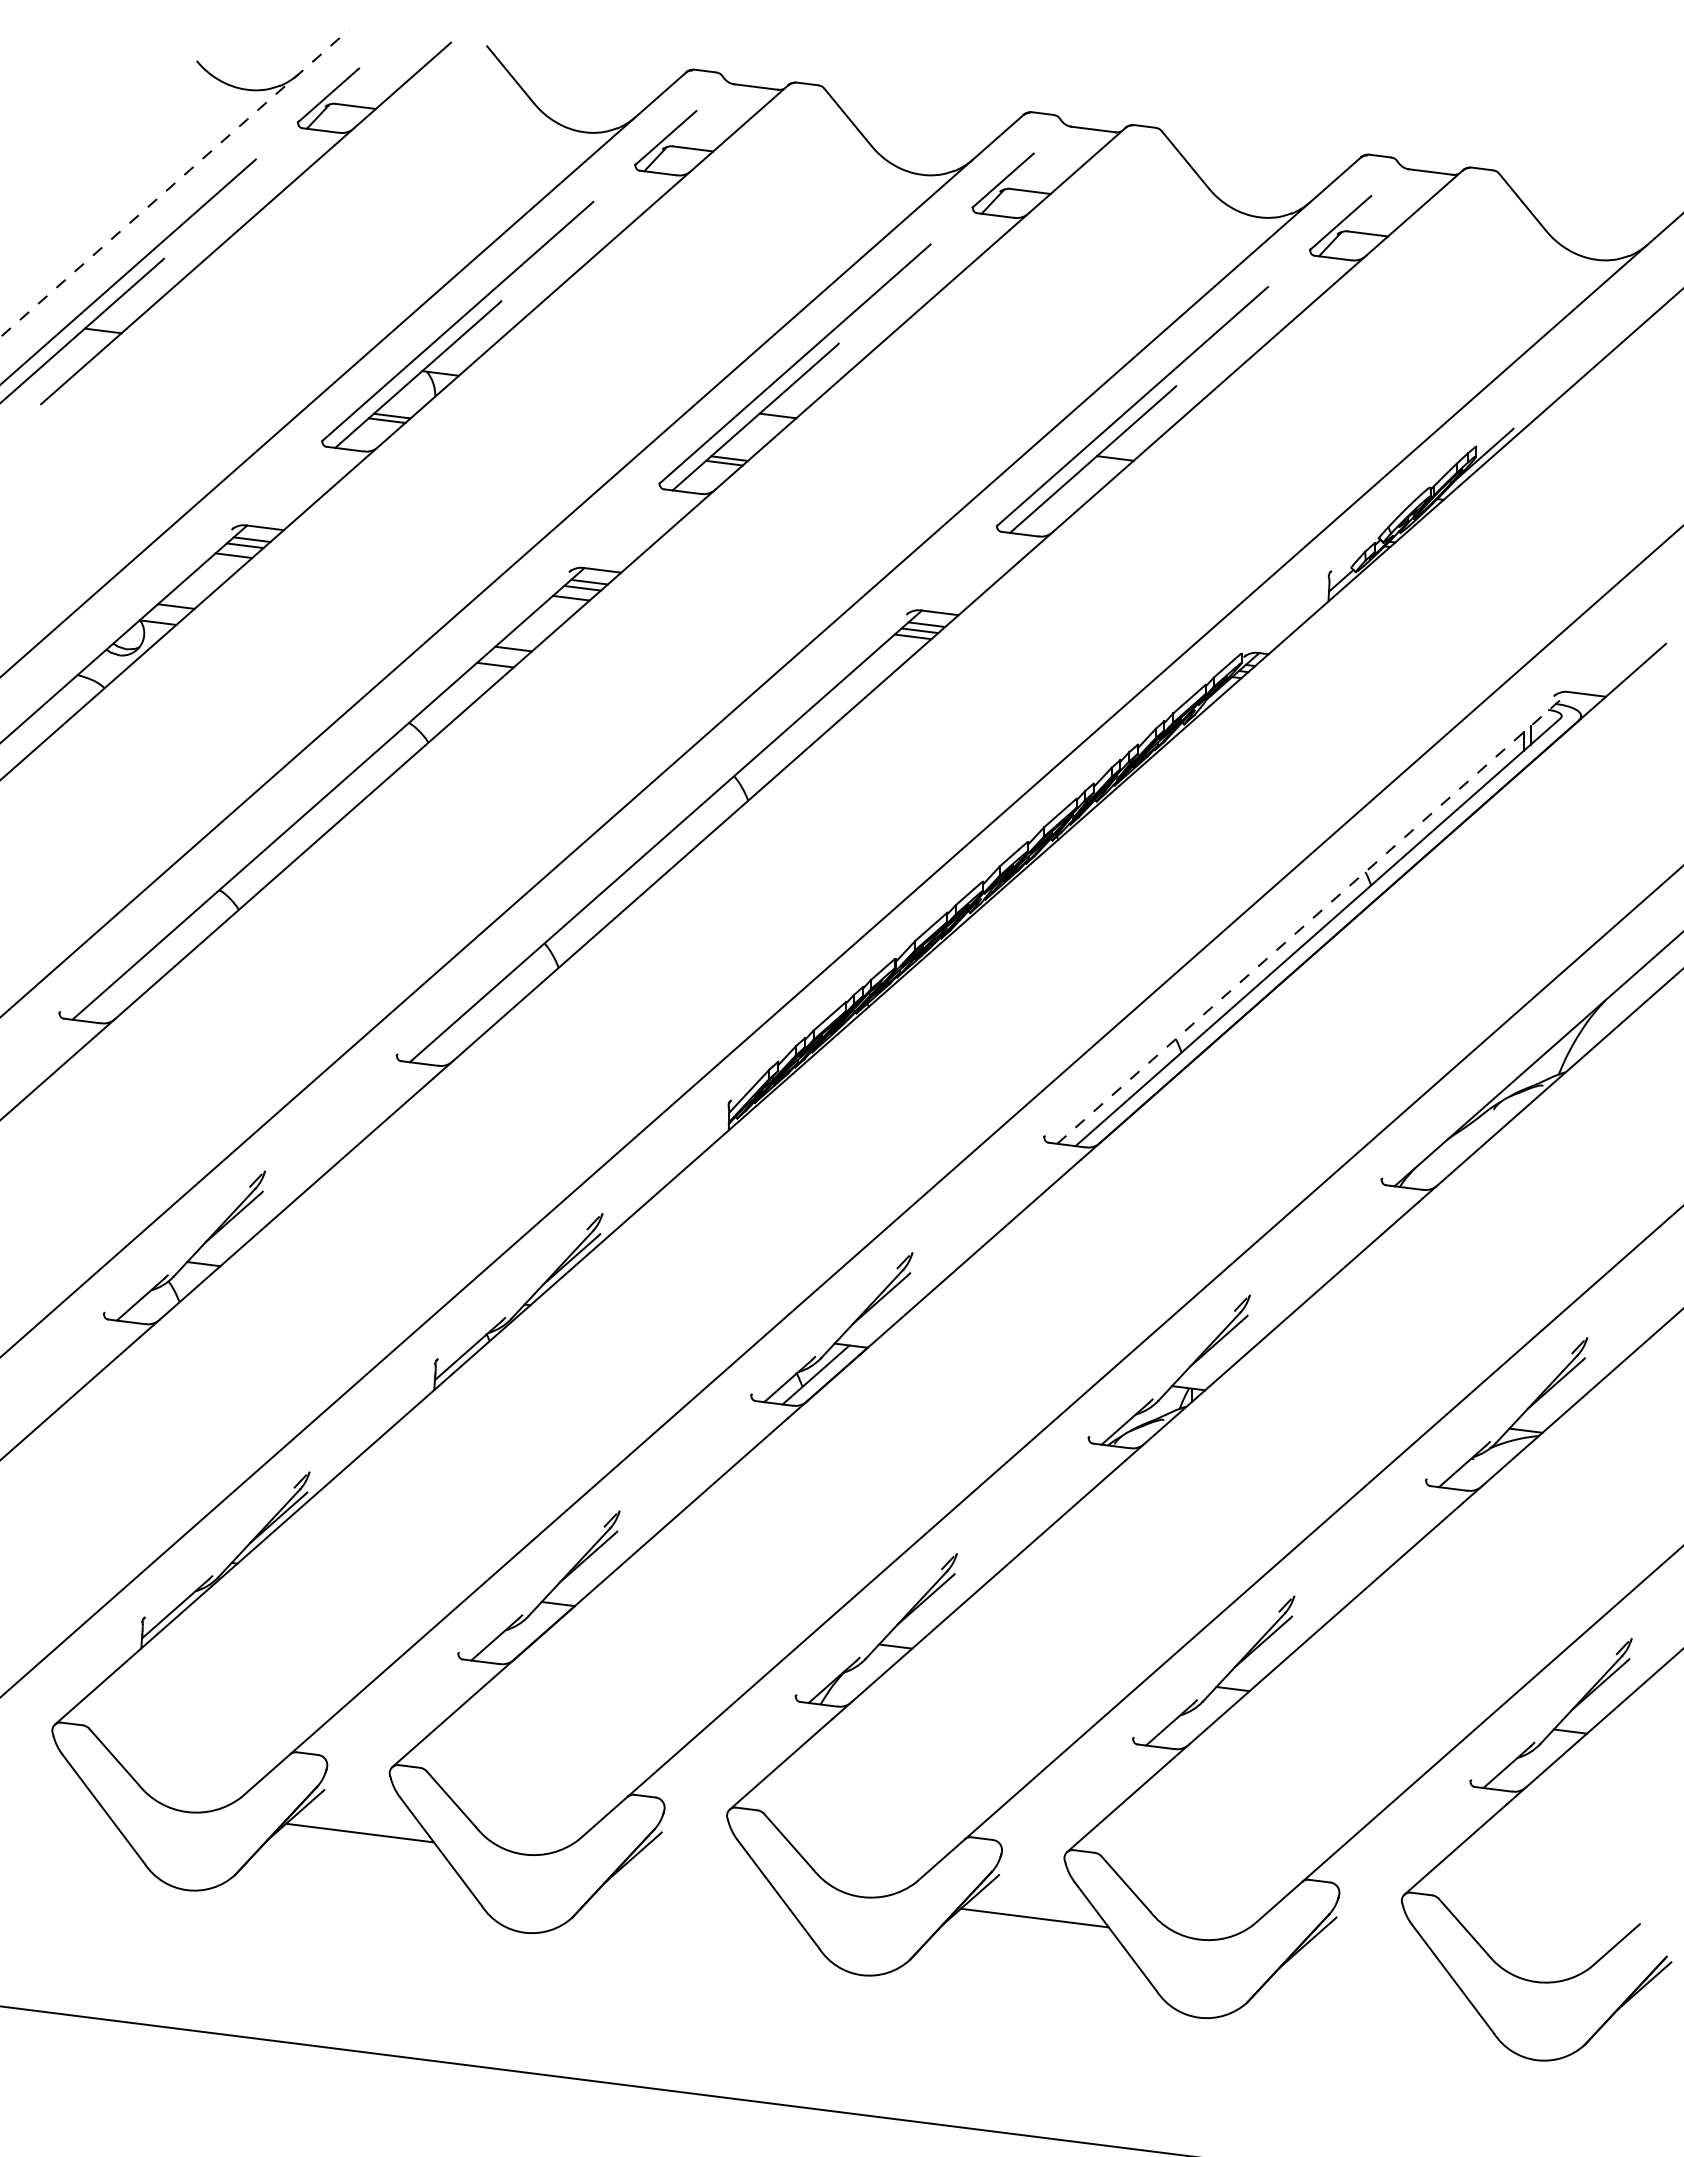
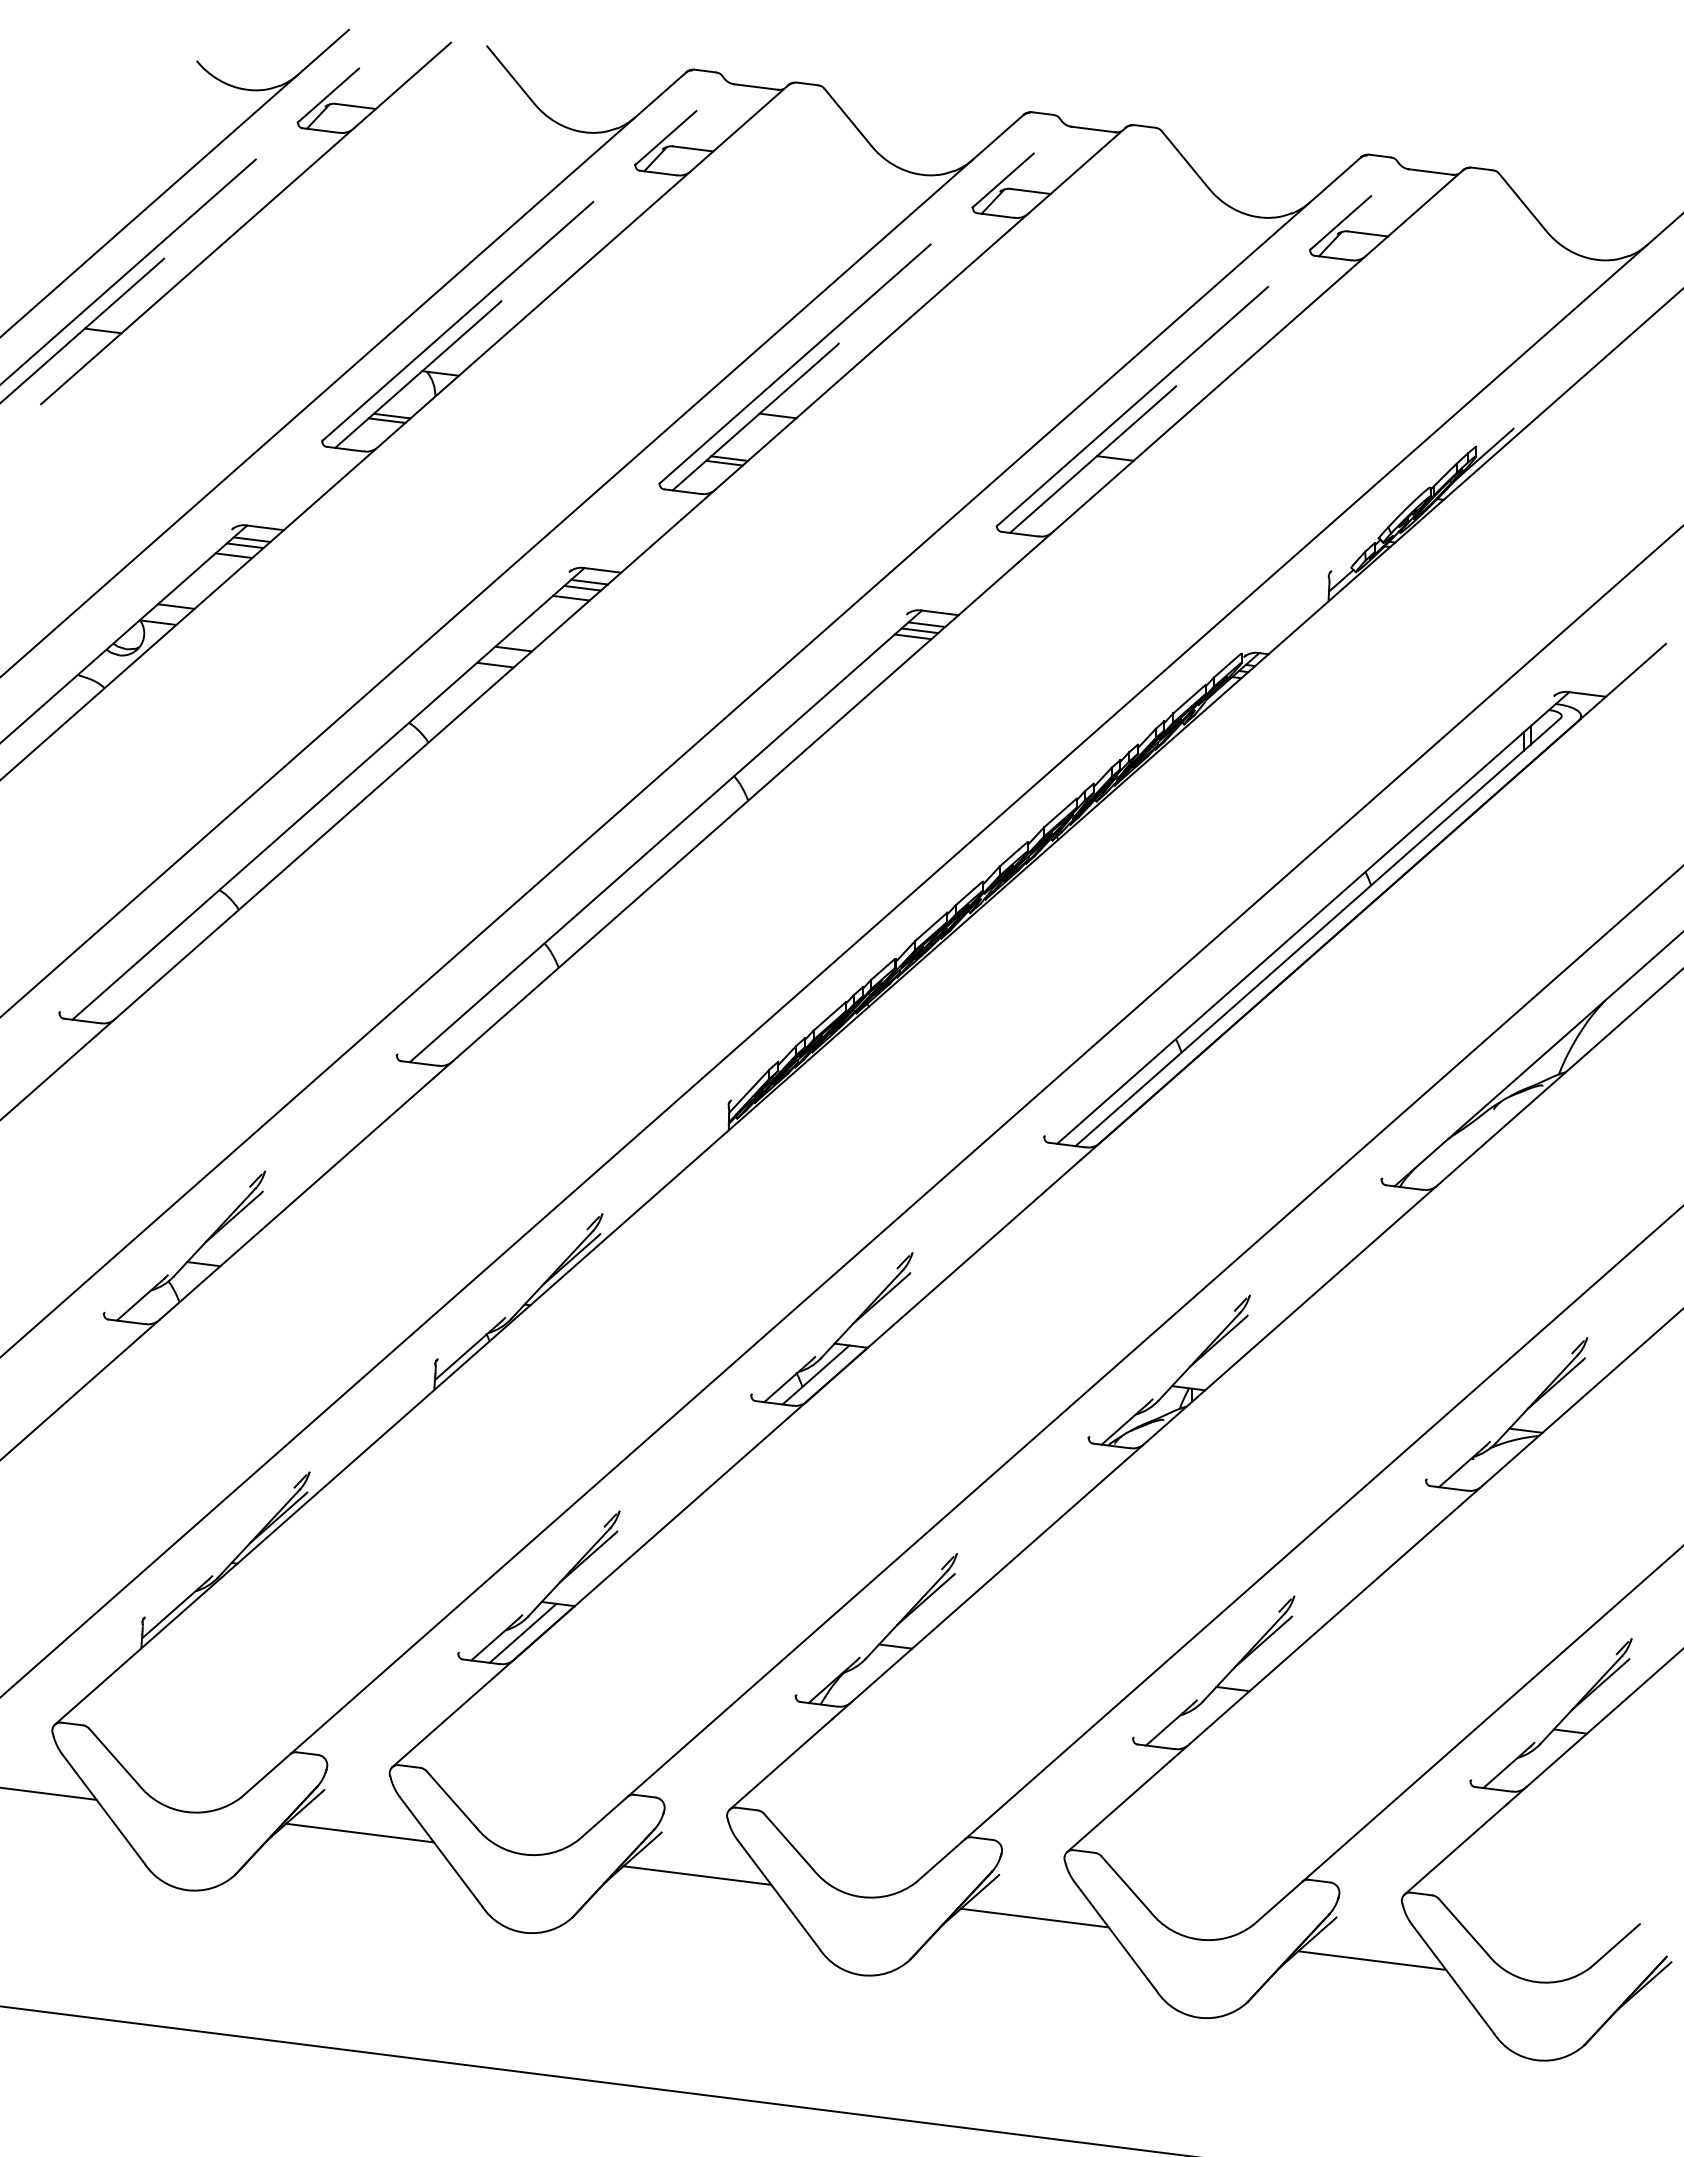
line at (175, 183): dashed -> solid
line at (1313, 917): dashed -> solid
line at (522, 1632): none -> present
line at (49, 1793): none -> present
line at (697, 1875): none -> present
line at (1372, 1960): none -> present
